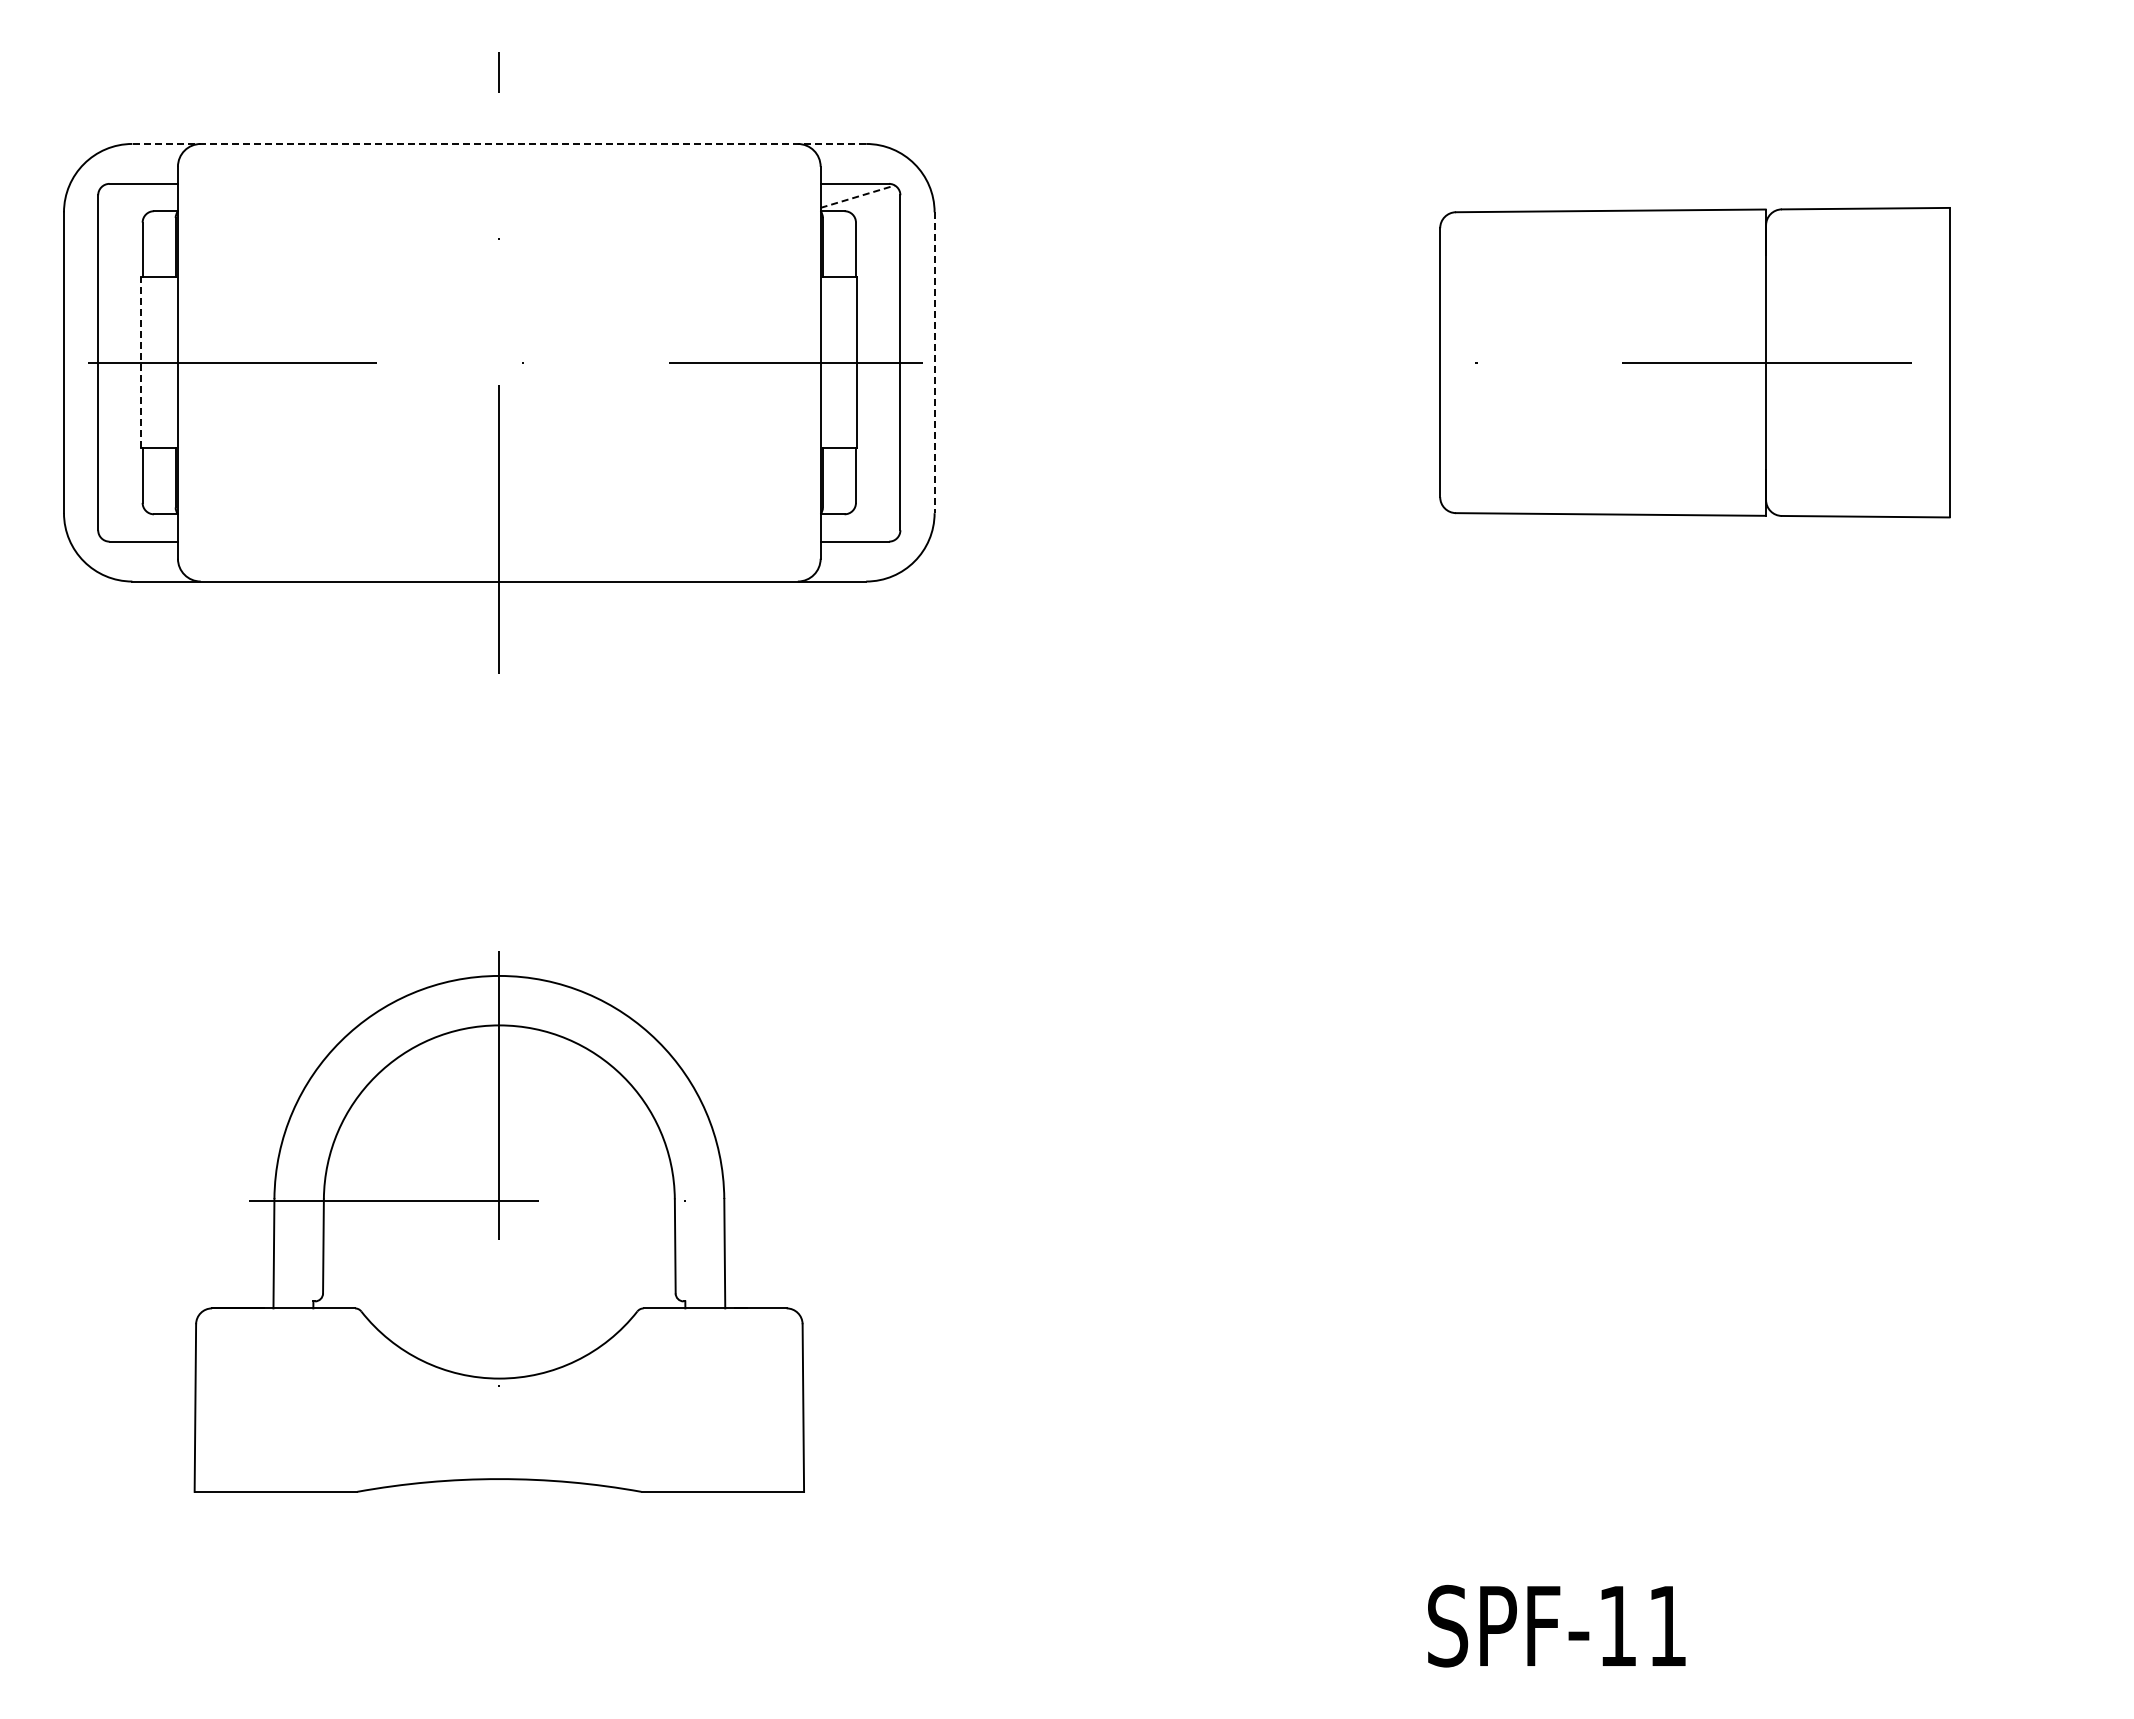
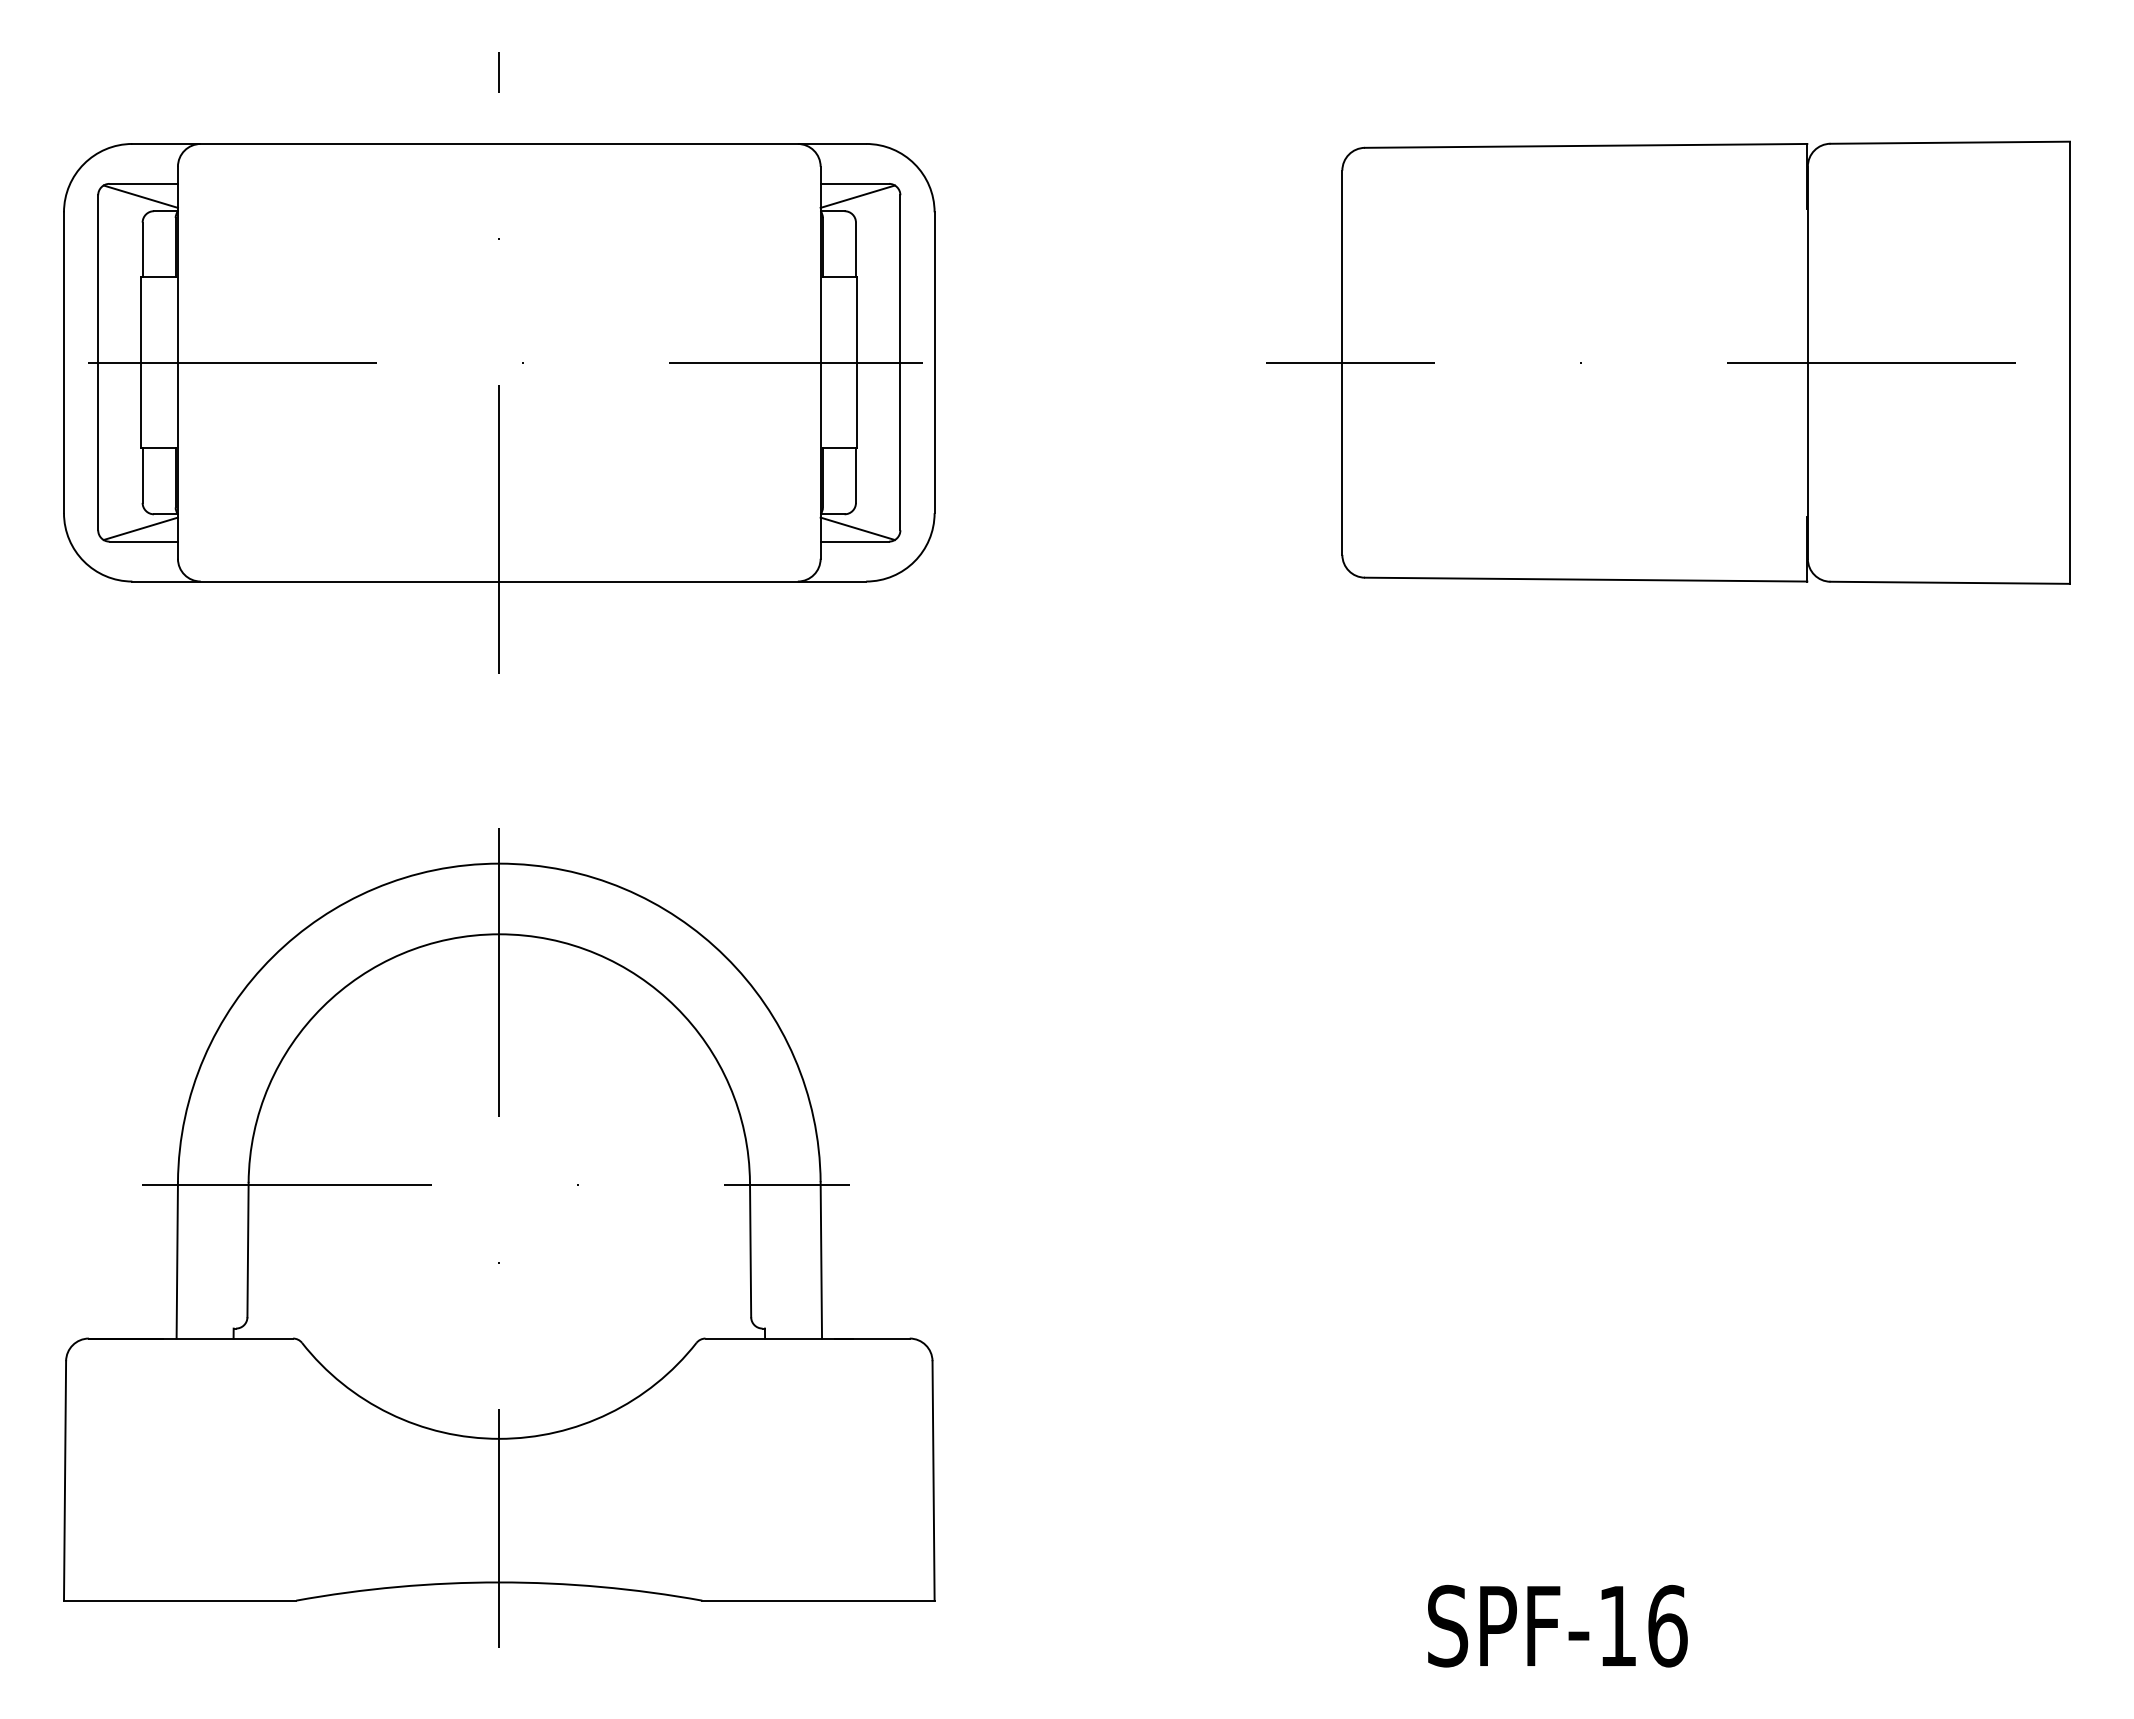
line at (499, 143): dashed -> solid
line at (140, 196): none -> present
line at (857, 196): dashed -> solid
line at (141, 362): dashed -> solid
part at (1694, 362) size: 512x312 px -> 805x445 px
line at (934, 363): dashed -> solid
line at (140, 528): none -> present
line at (857, 528): none -> present
part at (498, 1221) size: 612x542 px -> 873x820 px
text at (1667, 1625): SPF-11 -> SPF-16
